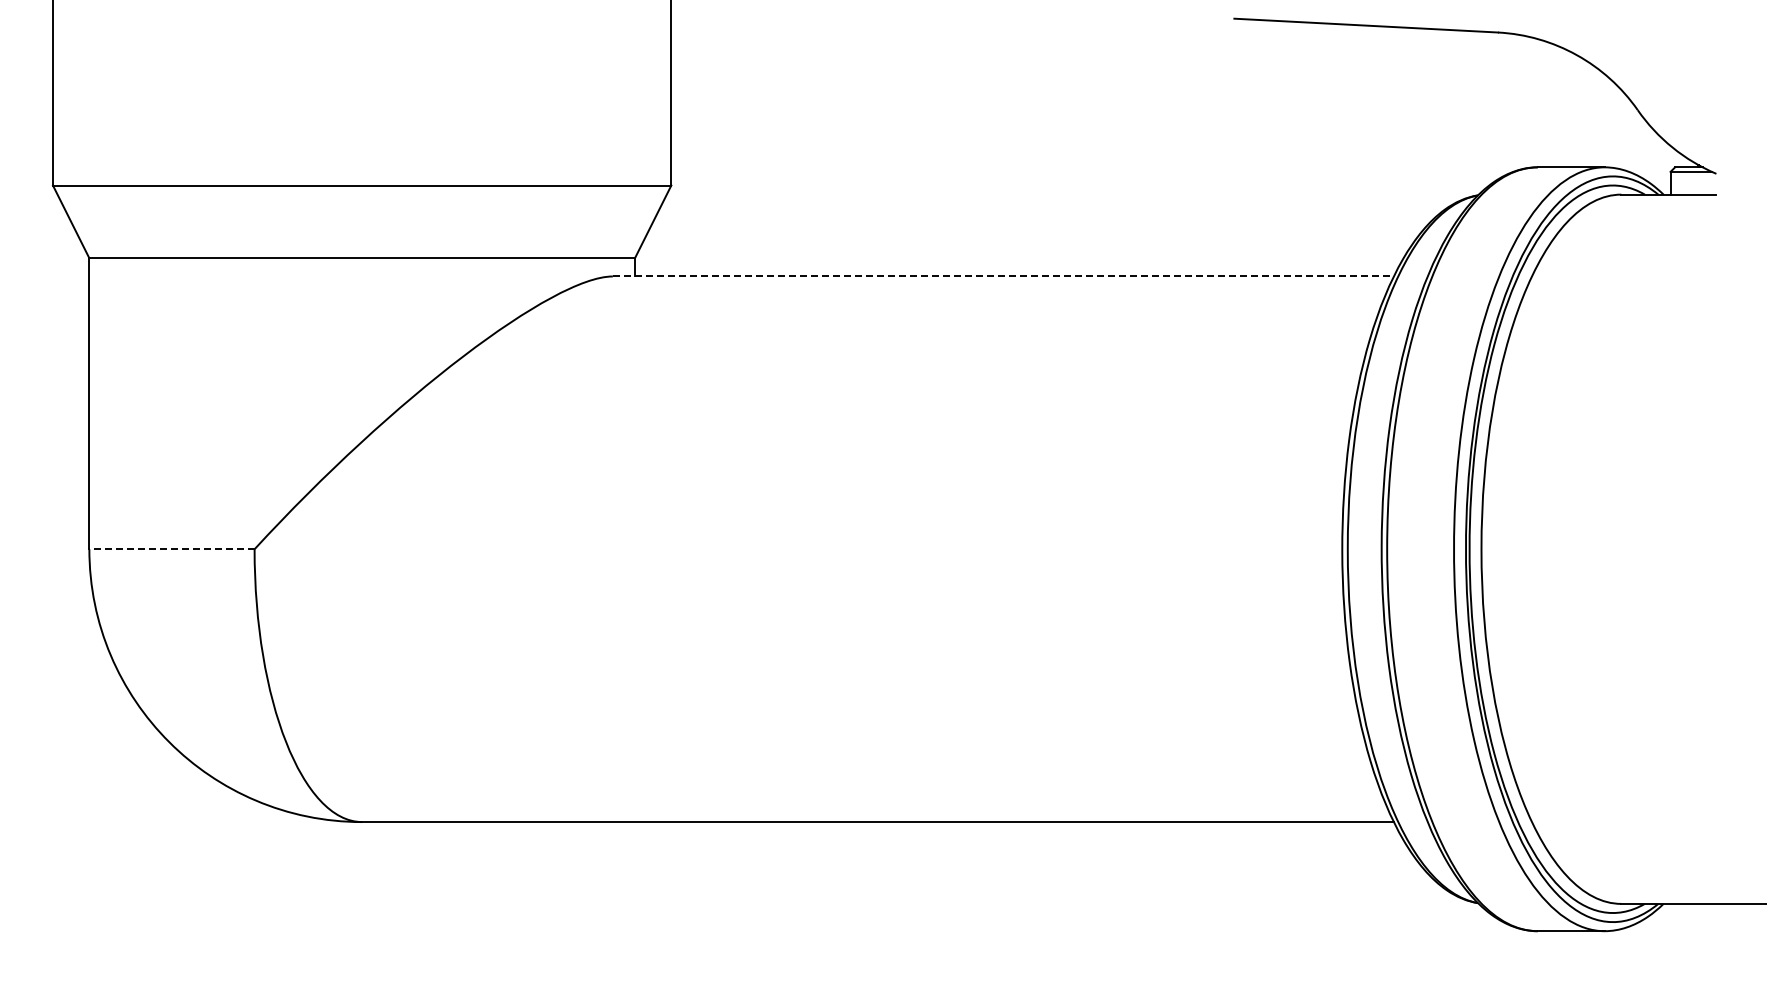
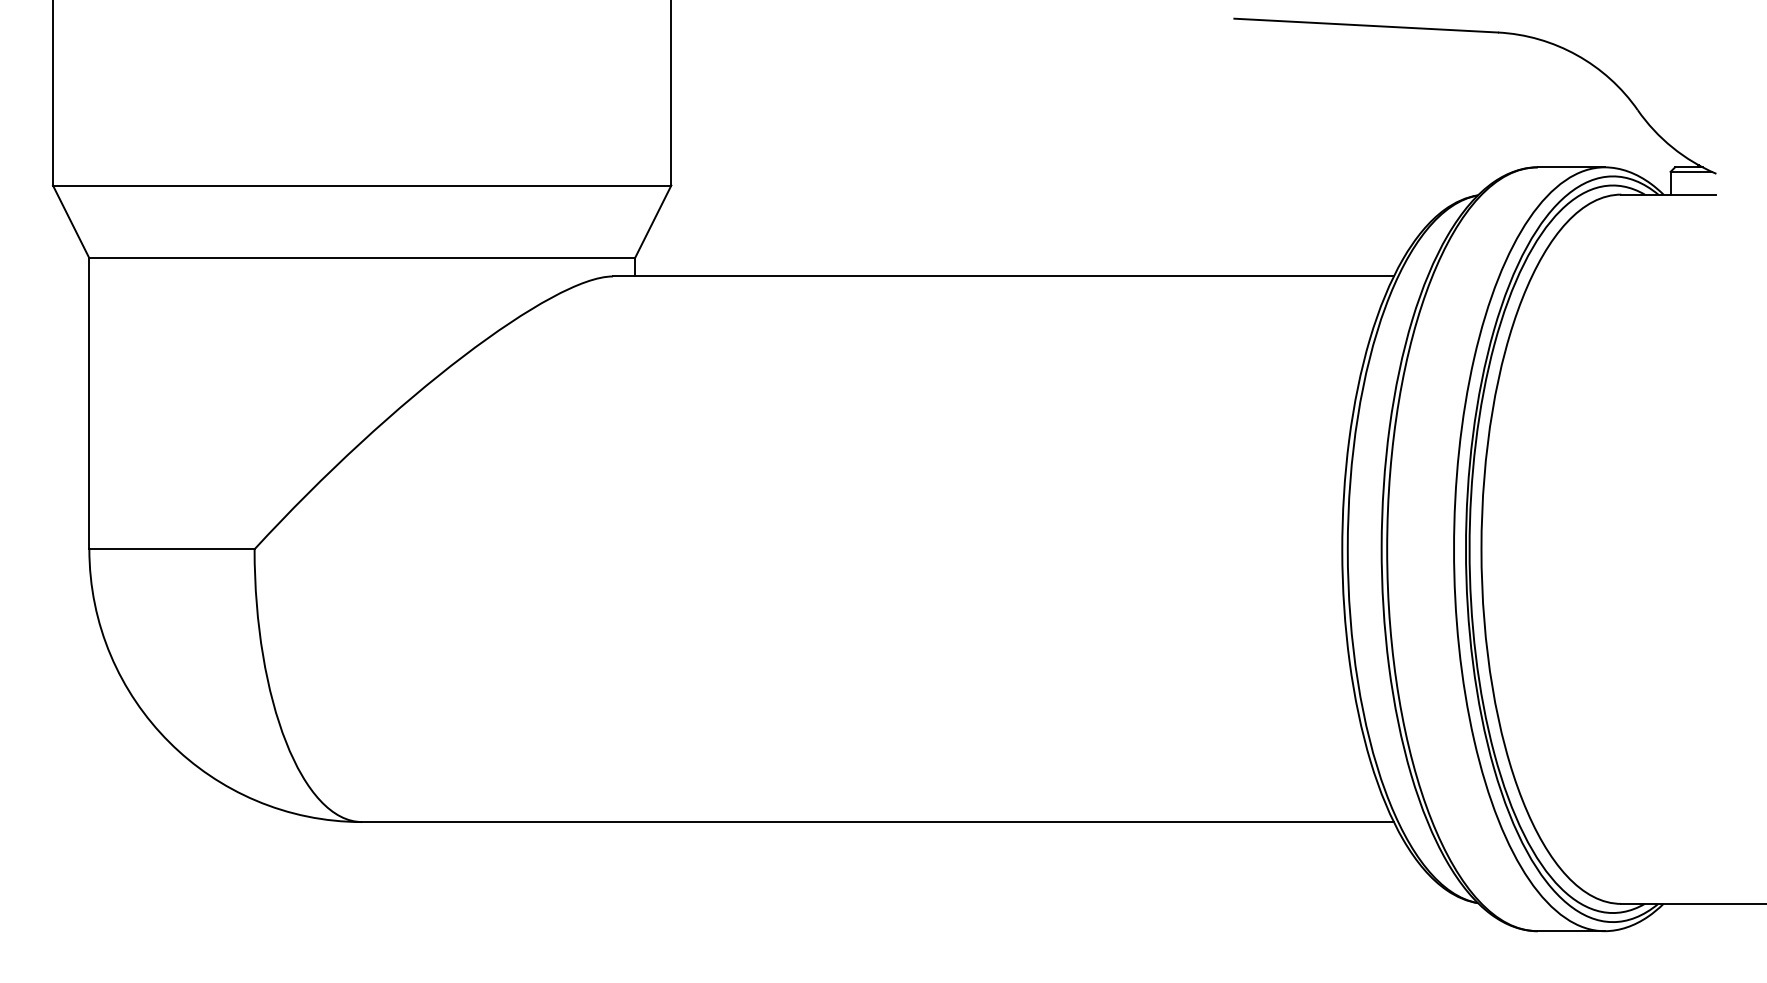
line at (1003, 276): dashed -> solid
line at (171, 549): dashed -> solid
